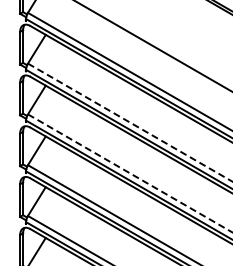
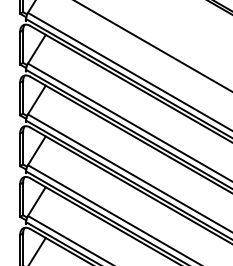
line at (130, 122): dashed -> solid
line at (130, 173): dashed -> solid
